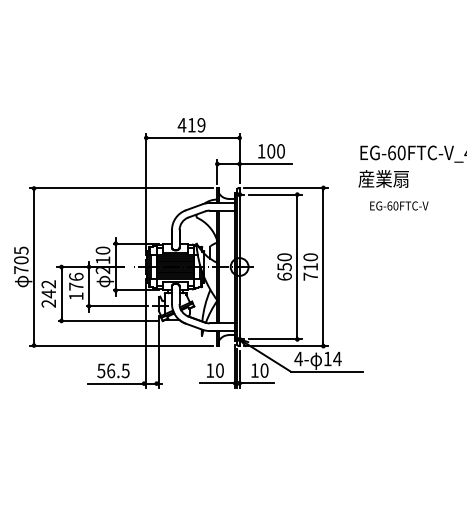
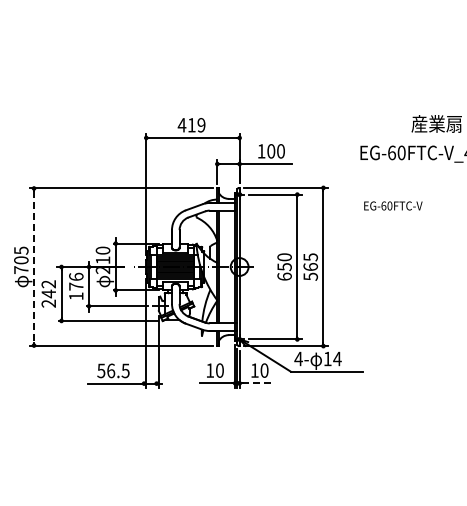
text at (383, 178) position: (383, 178) -> (436, 123)
text at (399, 205) position: (399, 205) -> (393, 205)
text at (310, 266): 710 -> 565
line at (34, 267): solid -> dashed
line at (258, 383): solid -> dashed
